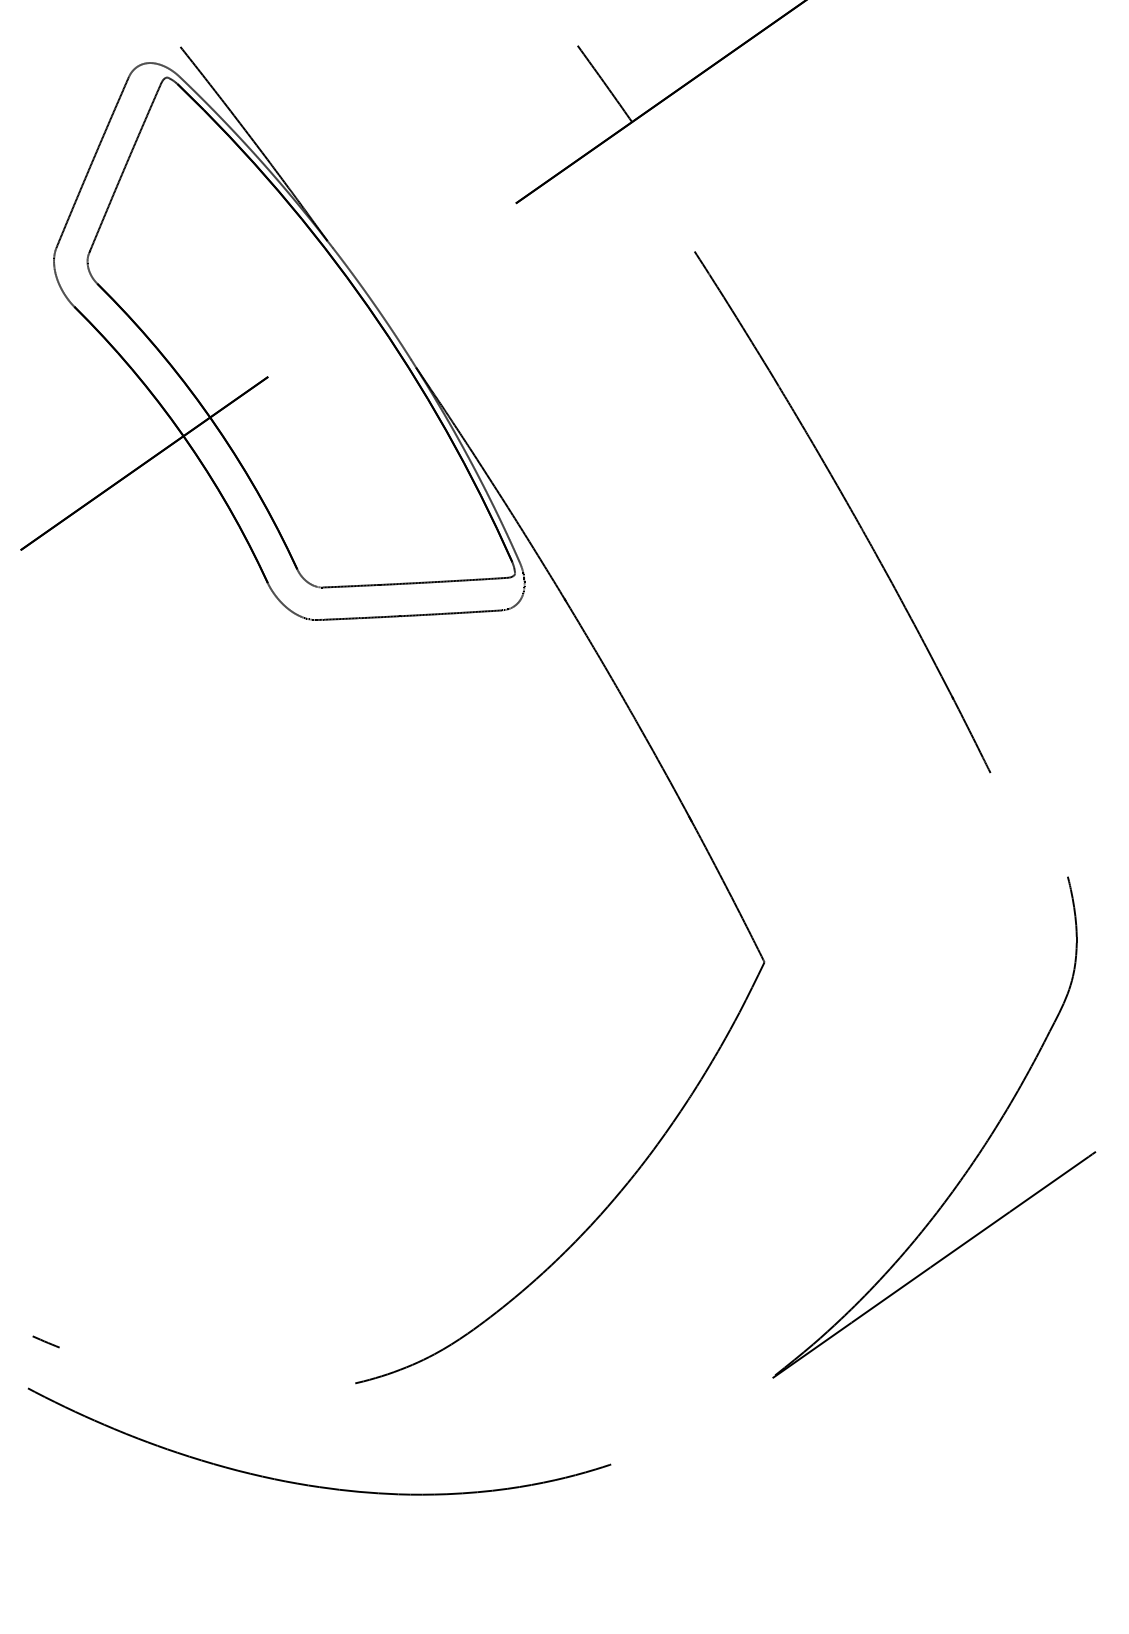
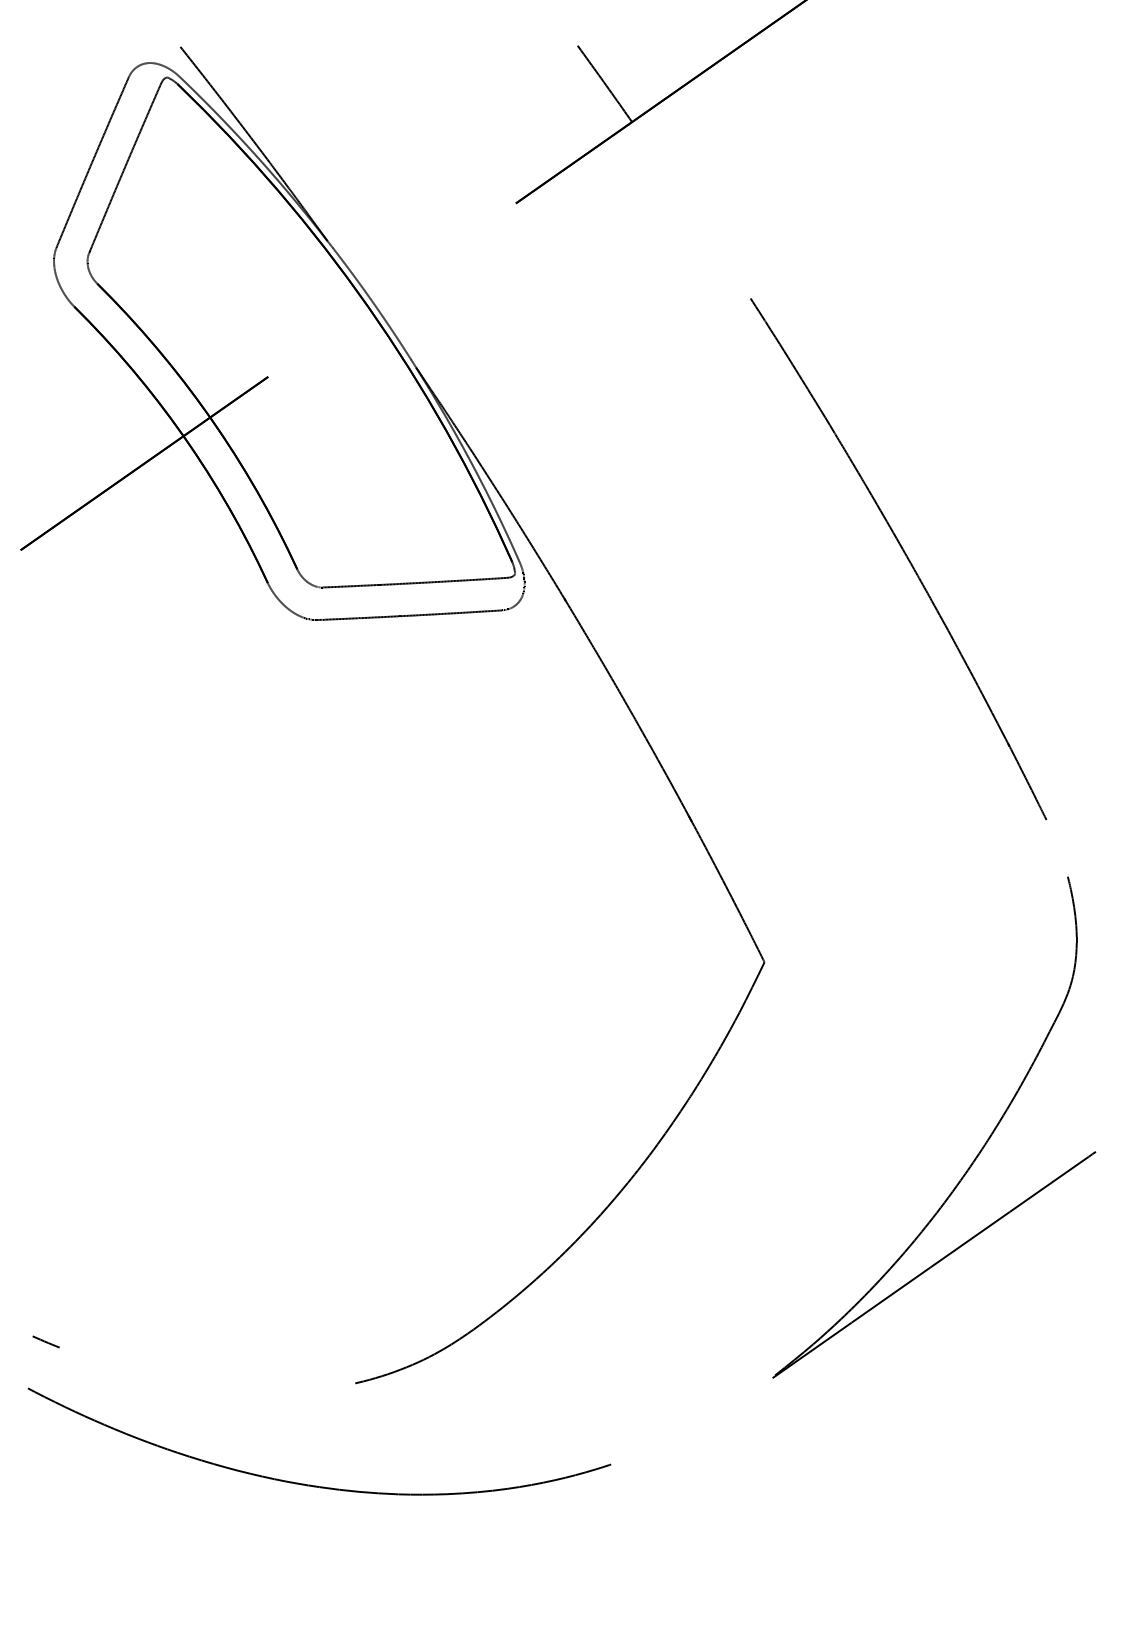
curve at (849, 509) position: (849, 509) -> (905, 556)
